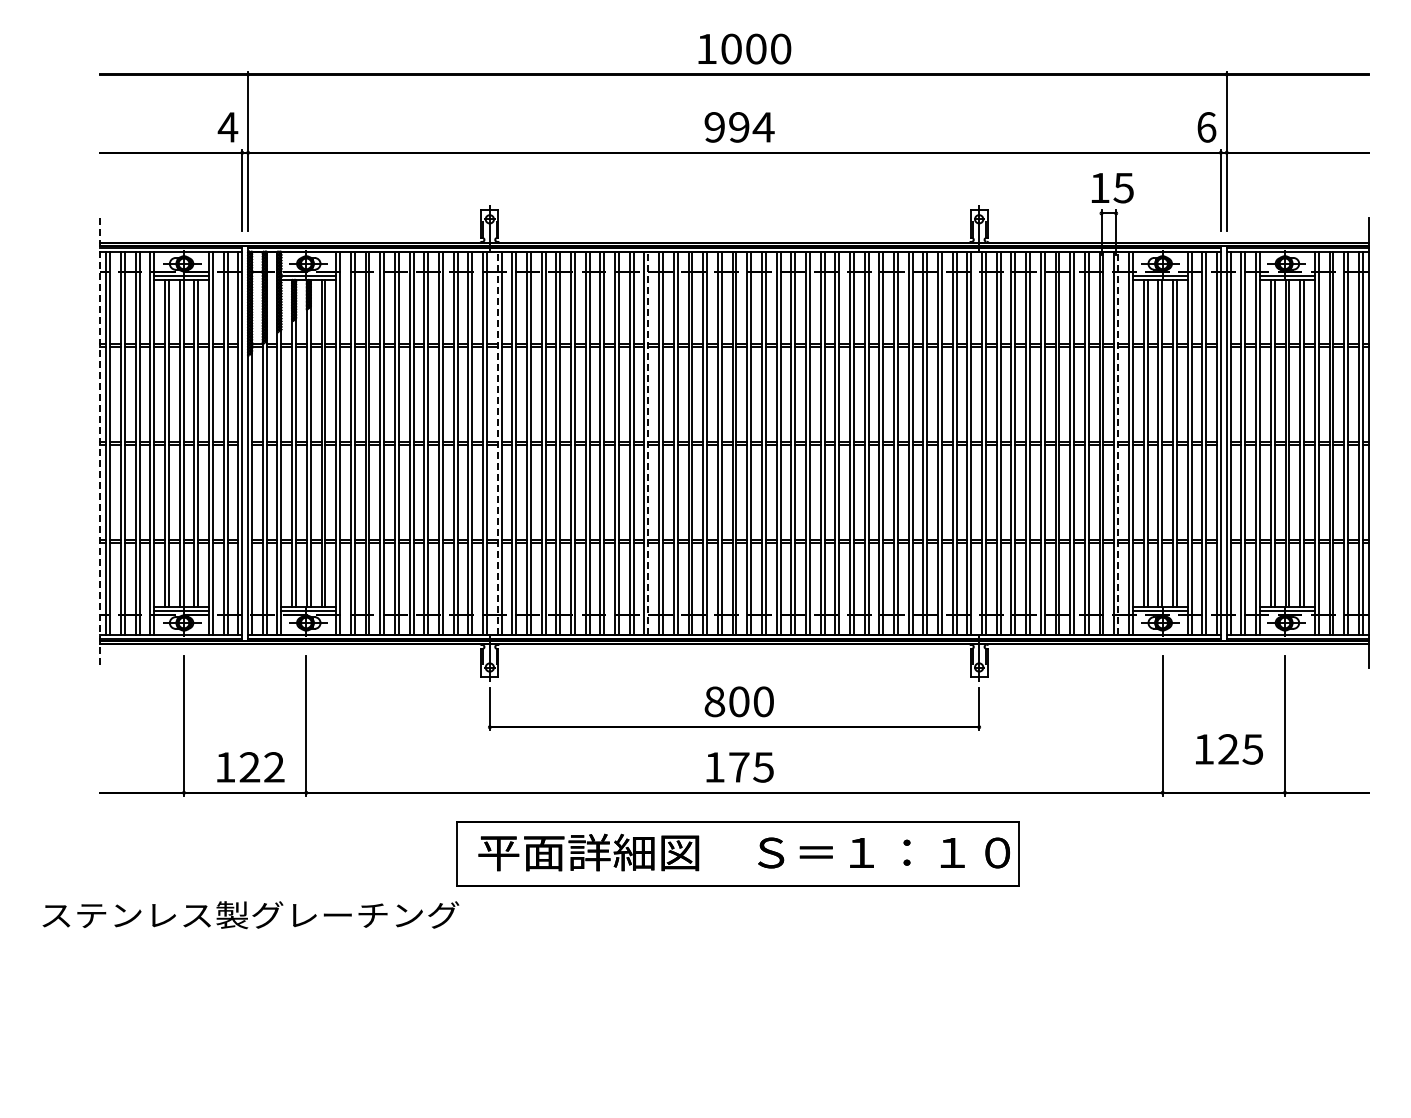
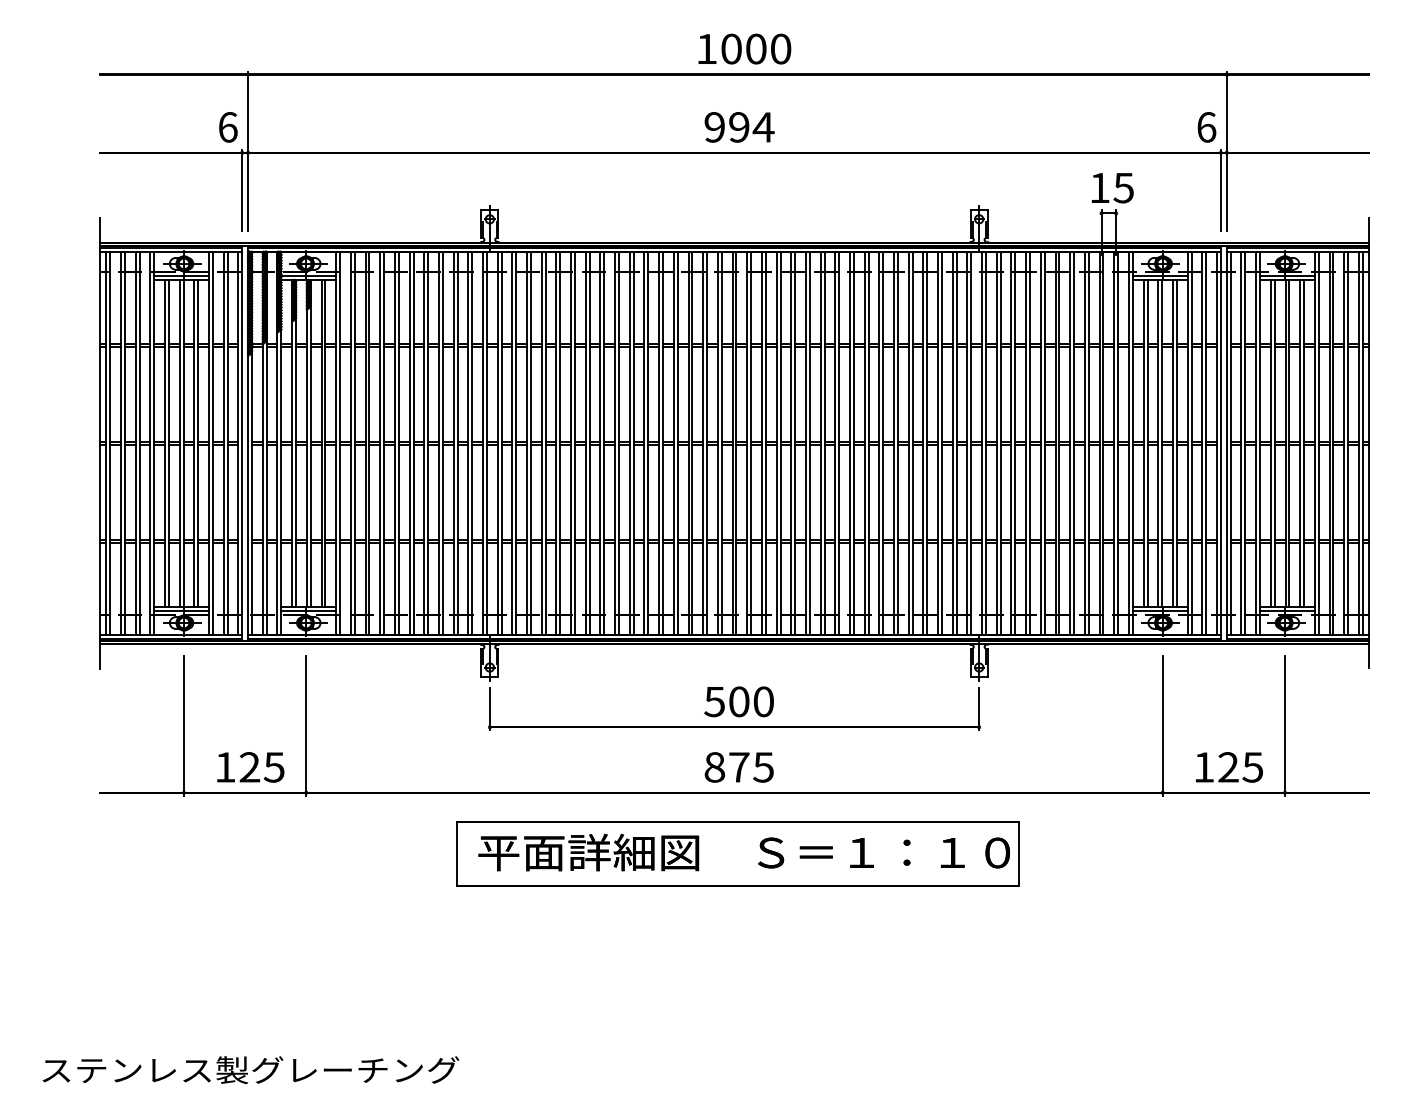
text at (227, 127): 4 -> 6
line at (100, 443): dashed -> solid
line at (497, 443): dashed -> solid
line at (648, 443): dashed -> solid
line at (1118, 443): dashed -> solid
text at (714, 701): 800 -> 500
text at (1229, 749) position: (1229, 749) -> (1229, 767)
text at (273, 767): 122 -> 125
text at (714, 767): 175 -> 875
text at (250, 915) position: (250, 915) -> (250, 1070)
